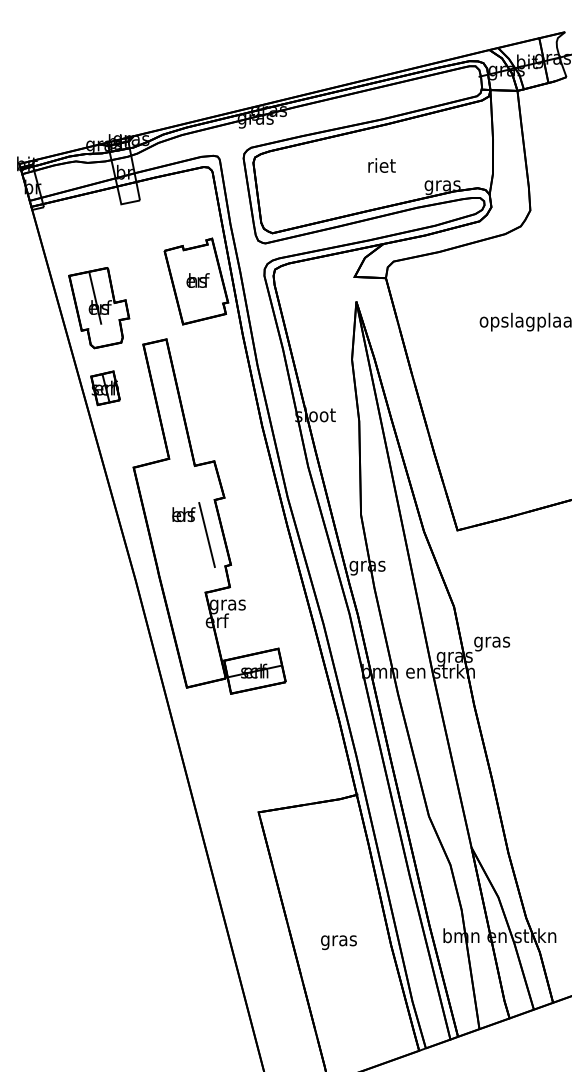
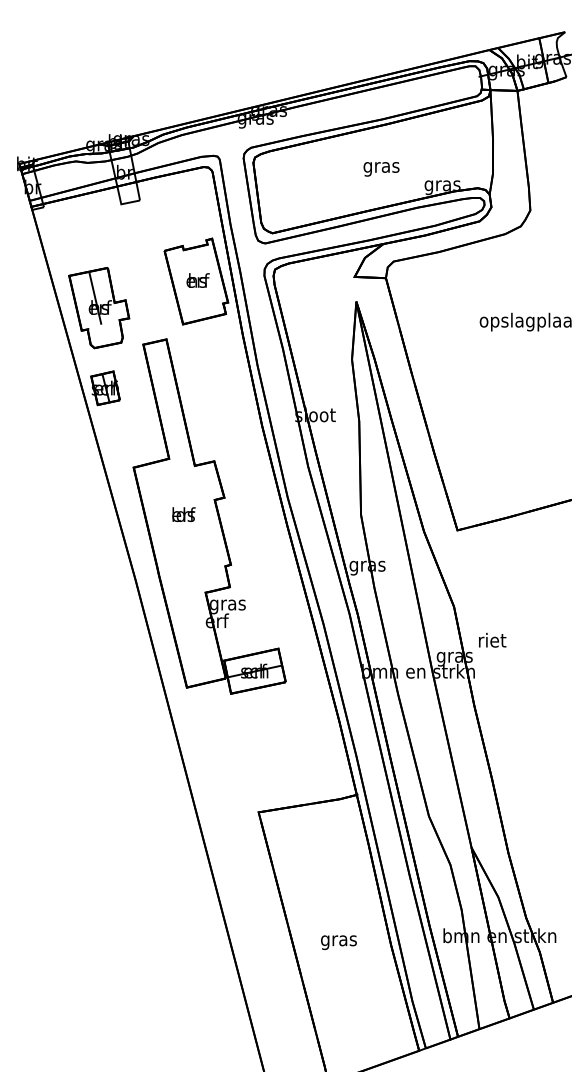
text at (381, 167): riet -> gras
line at (206, 535): present -> none
text at (492, 641): gras -> riet
